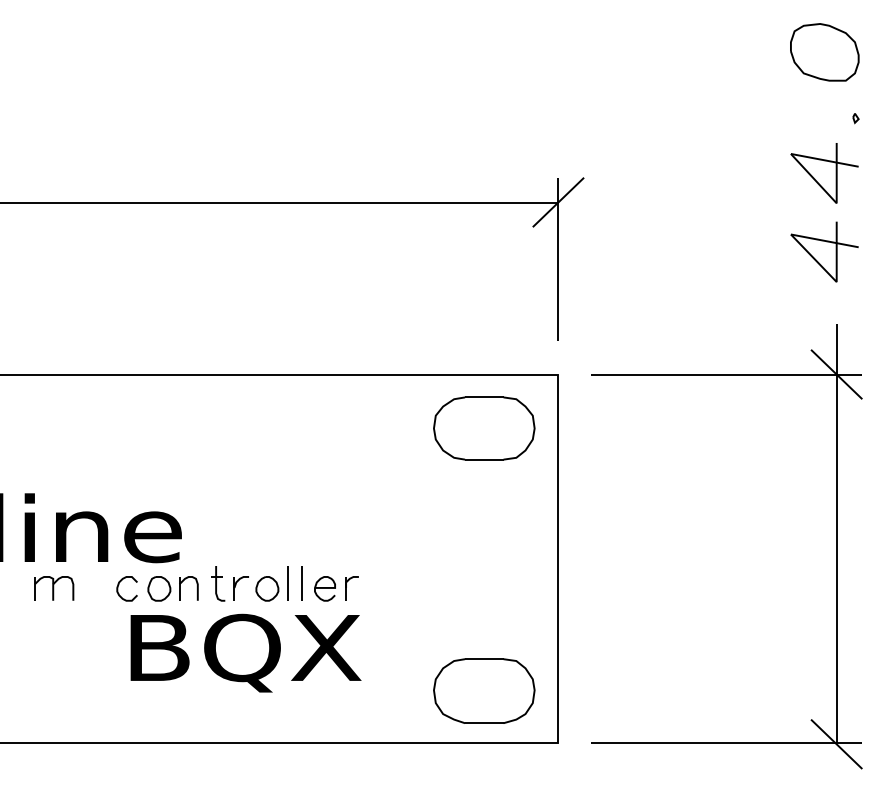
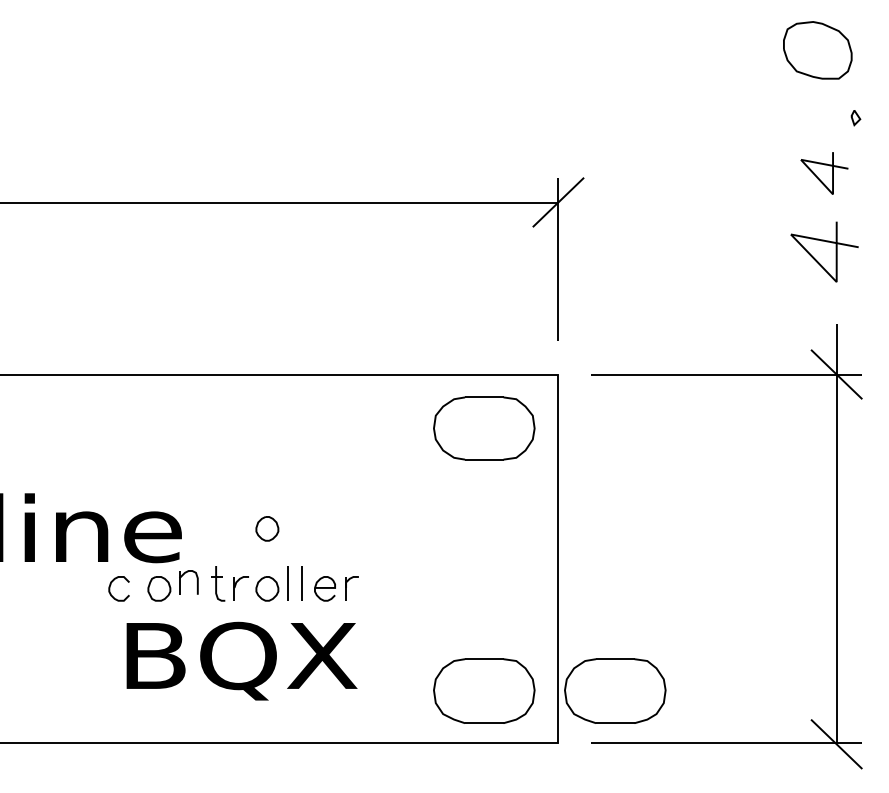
part at (824, 52) position: (824, 52) -> (817, 50)
part at (855, 118) size: 8x12 px -> 12x17 px
part at (824, 173) size: 69x61 px -> 49x43 px
part at (267, 528): none -> present
curve at (119, 585) position: (119, 585) -> (111, 585)
part at (54, 588): present -> none
part at (180, 588) position: (180, 588) -> (180, 582)
text at (245, 652) position: (245, 652) -> (241, 660)
part at (615, 690): none -> present
